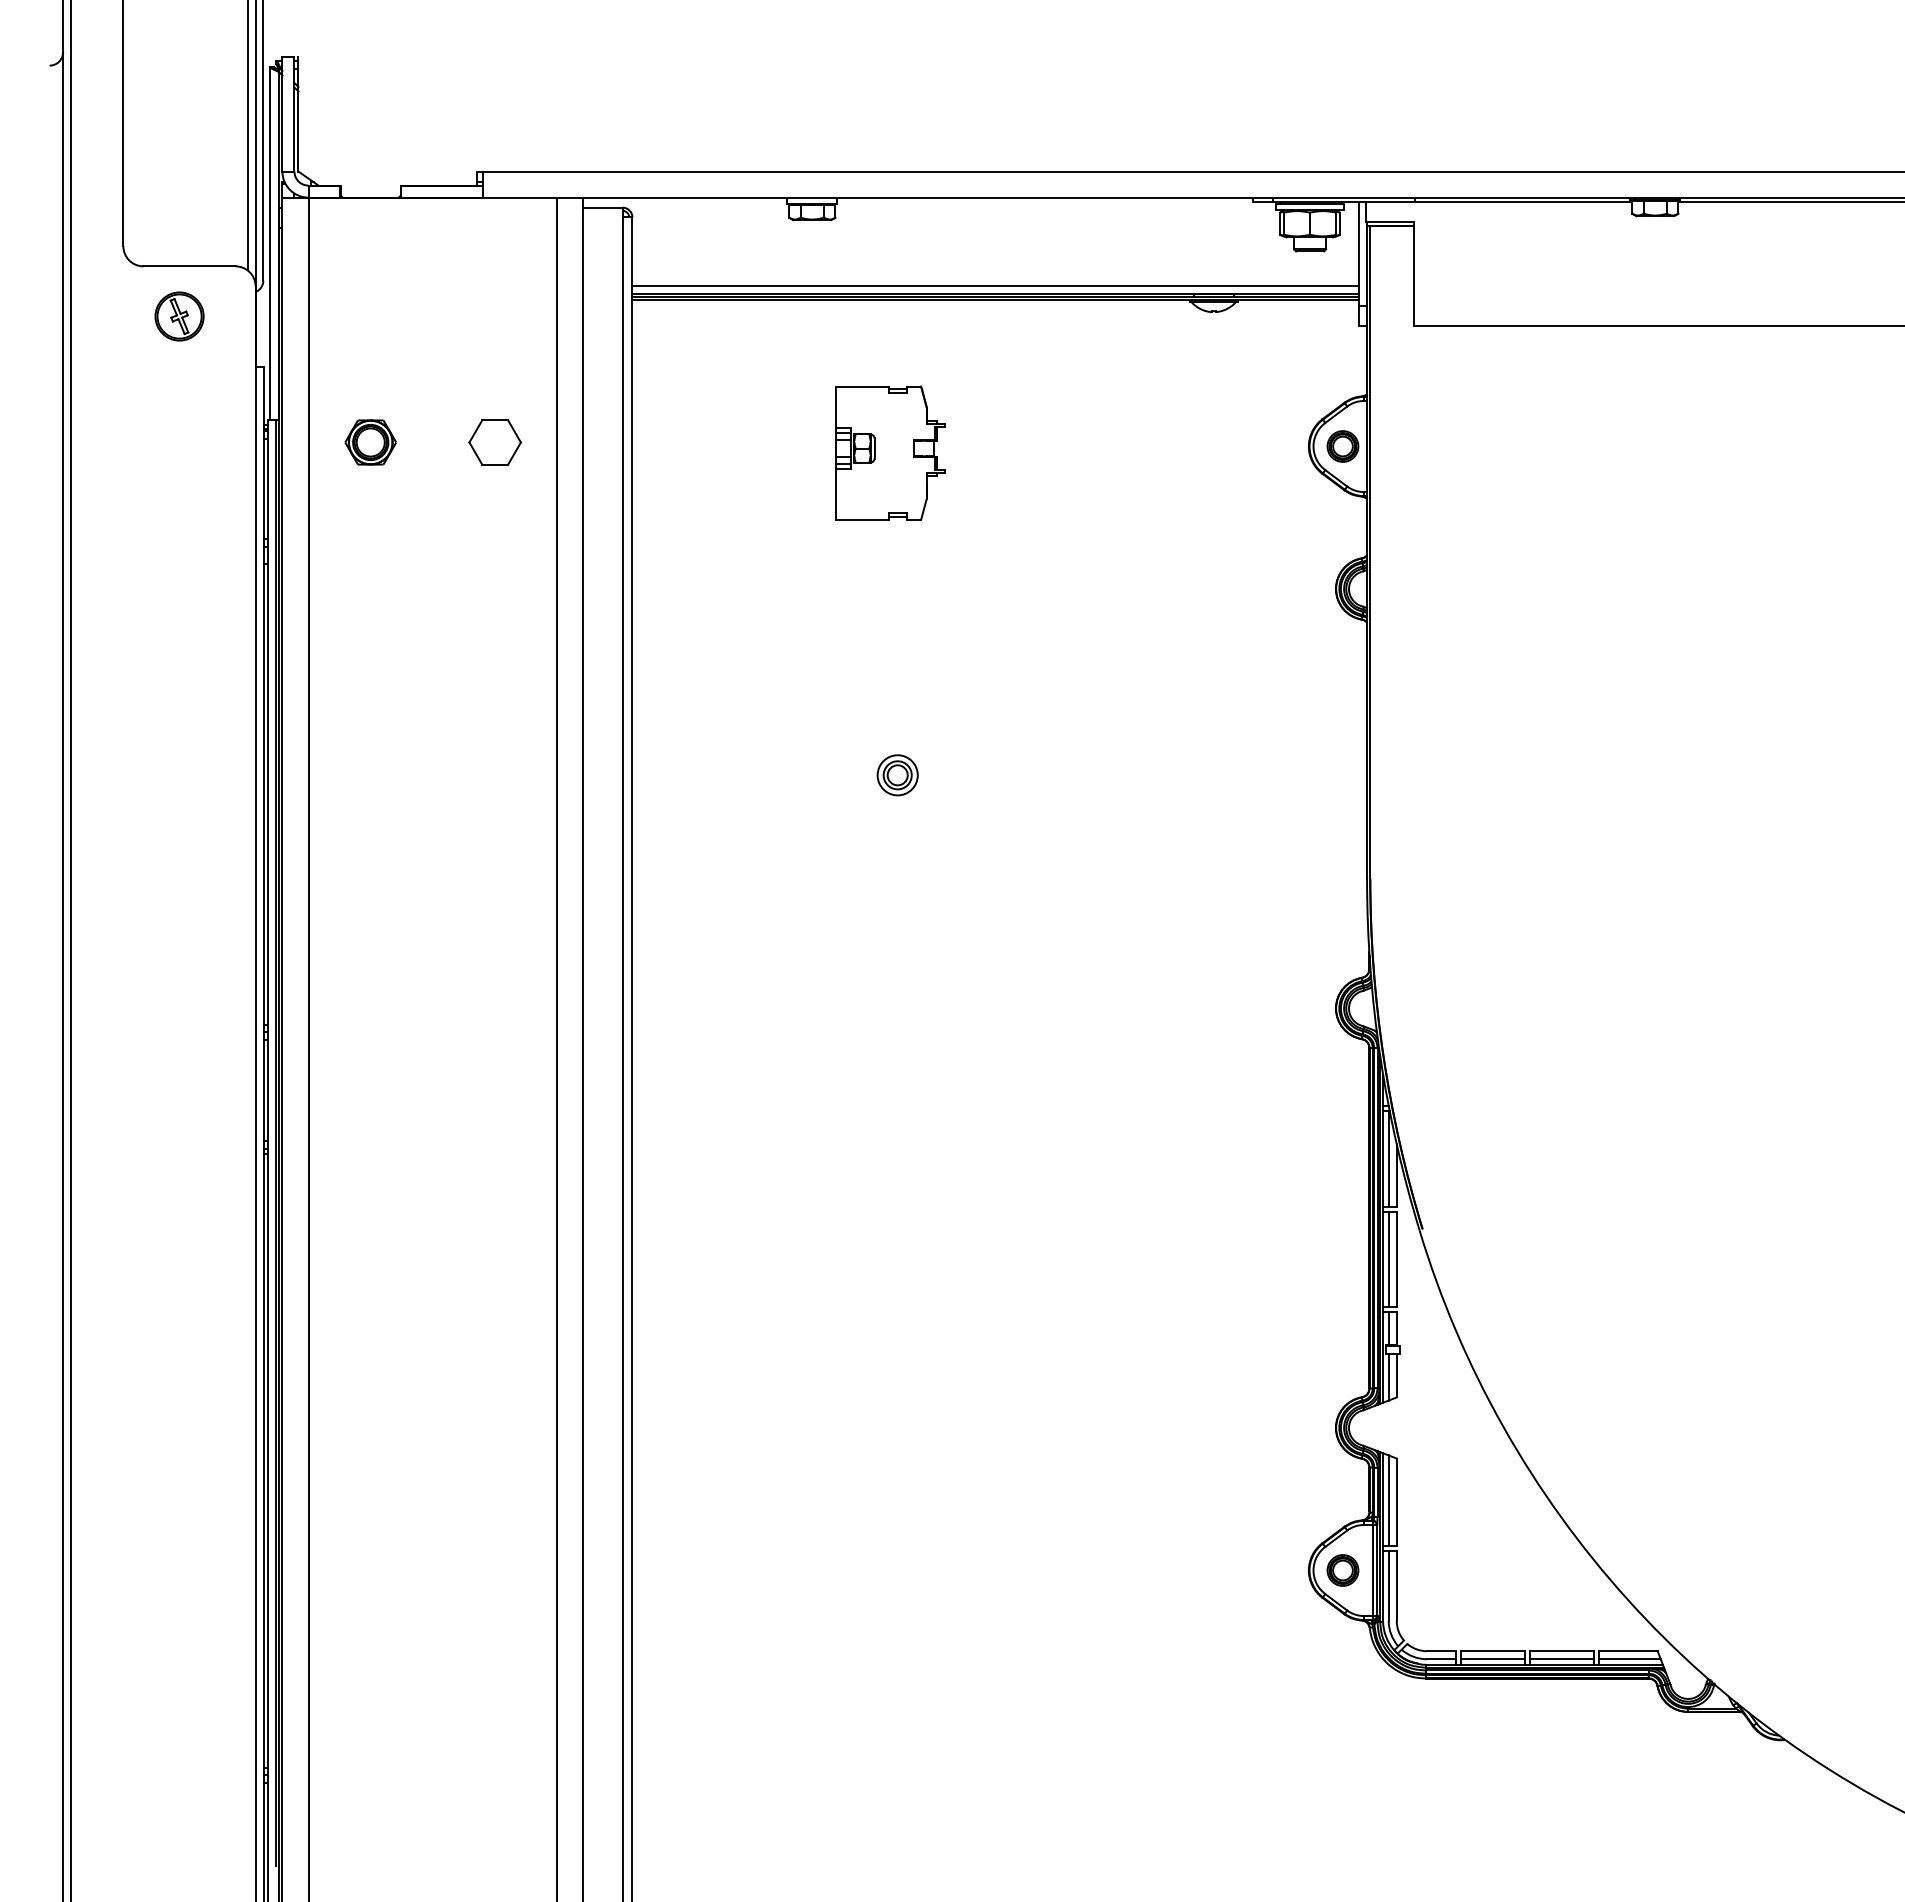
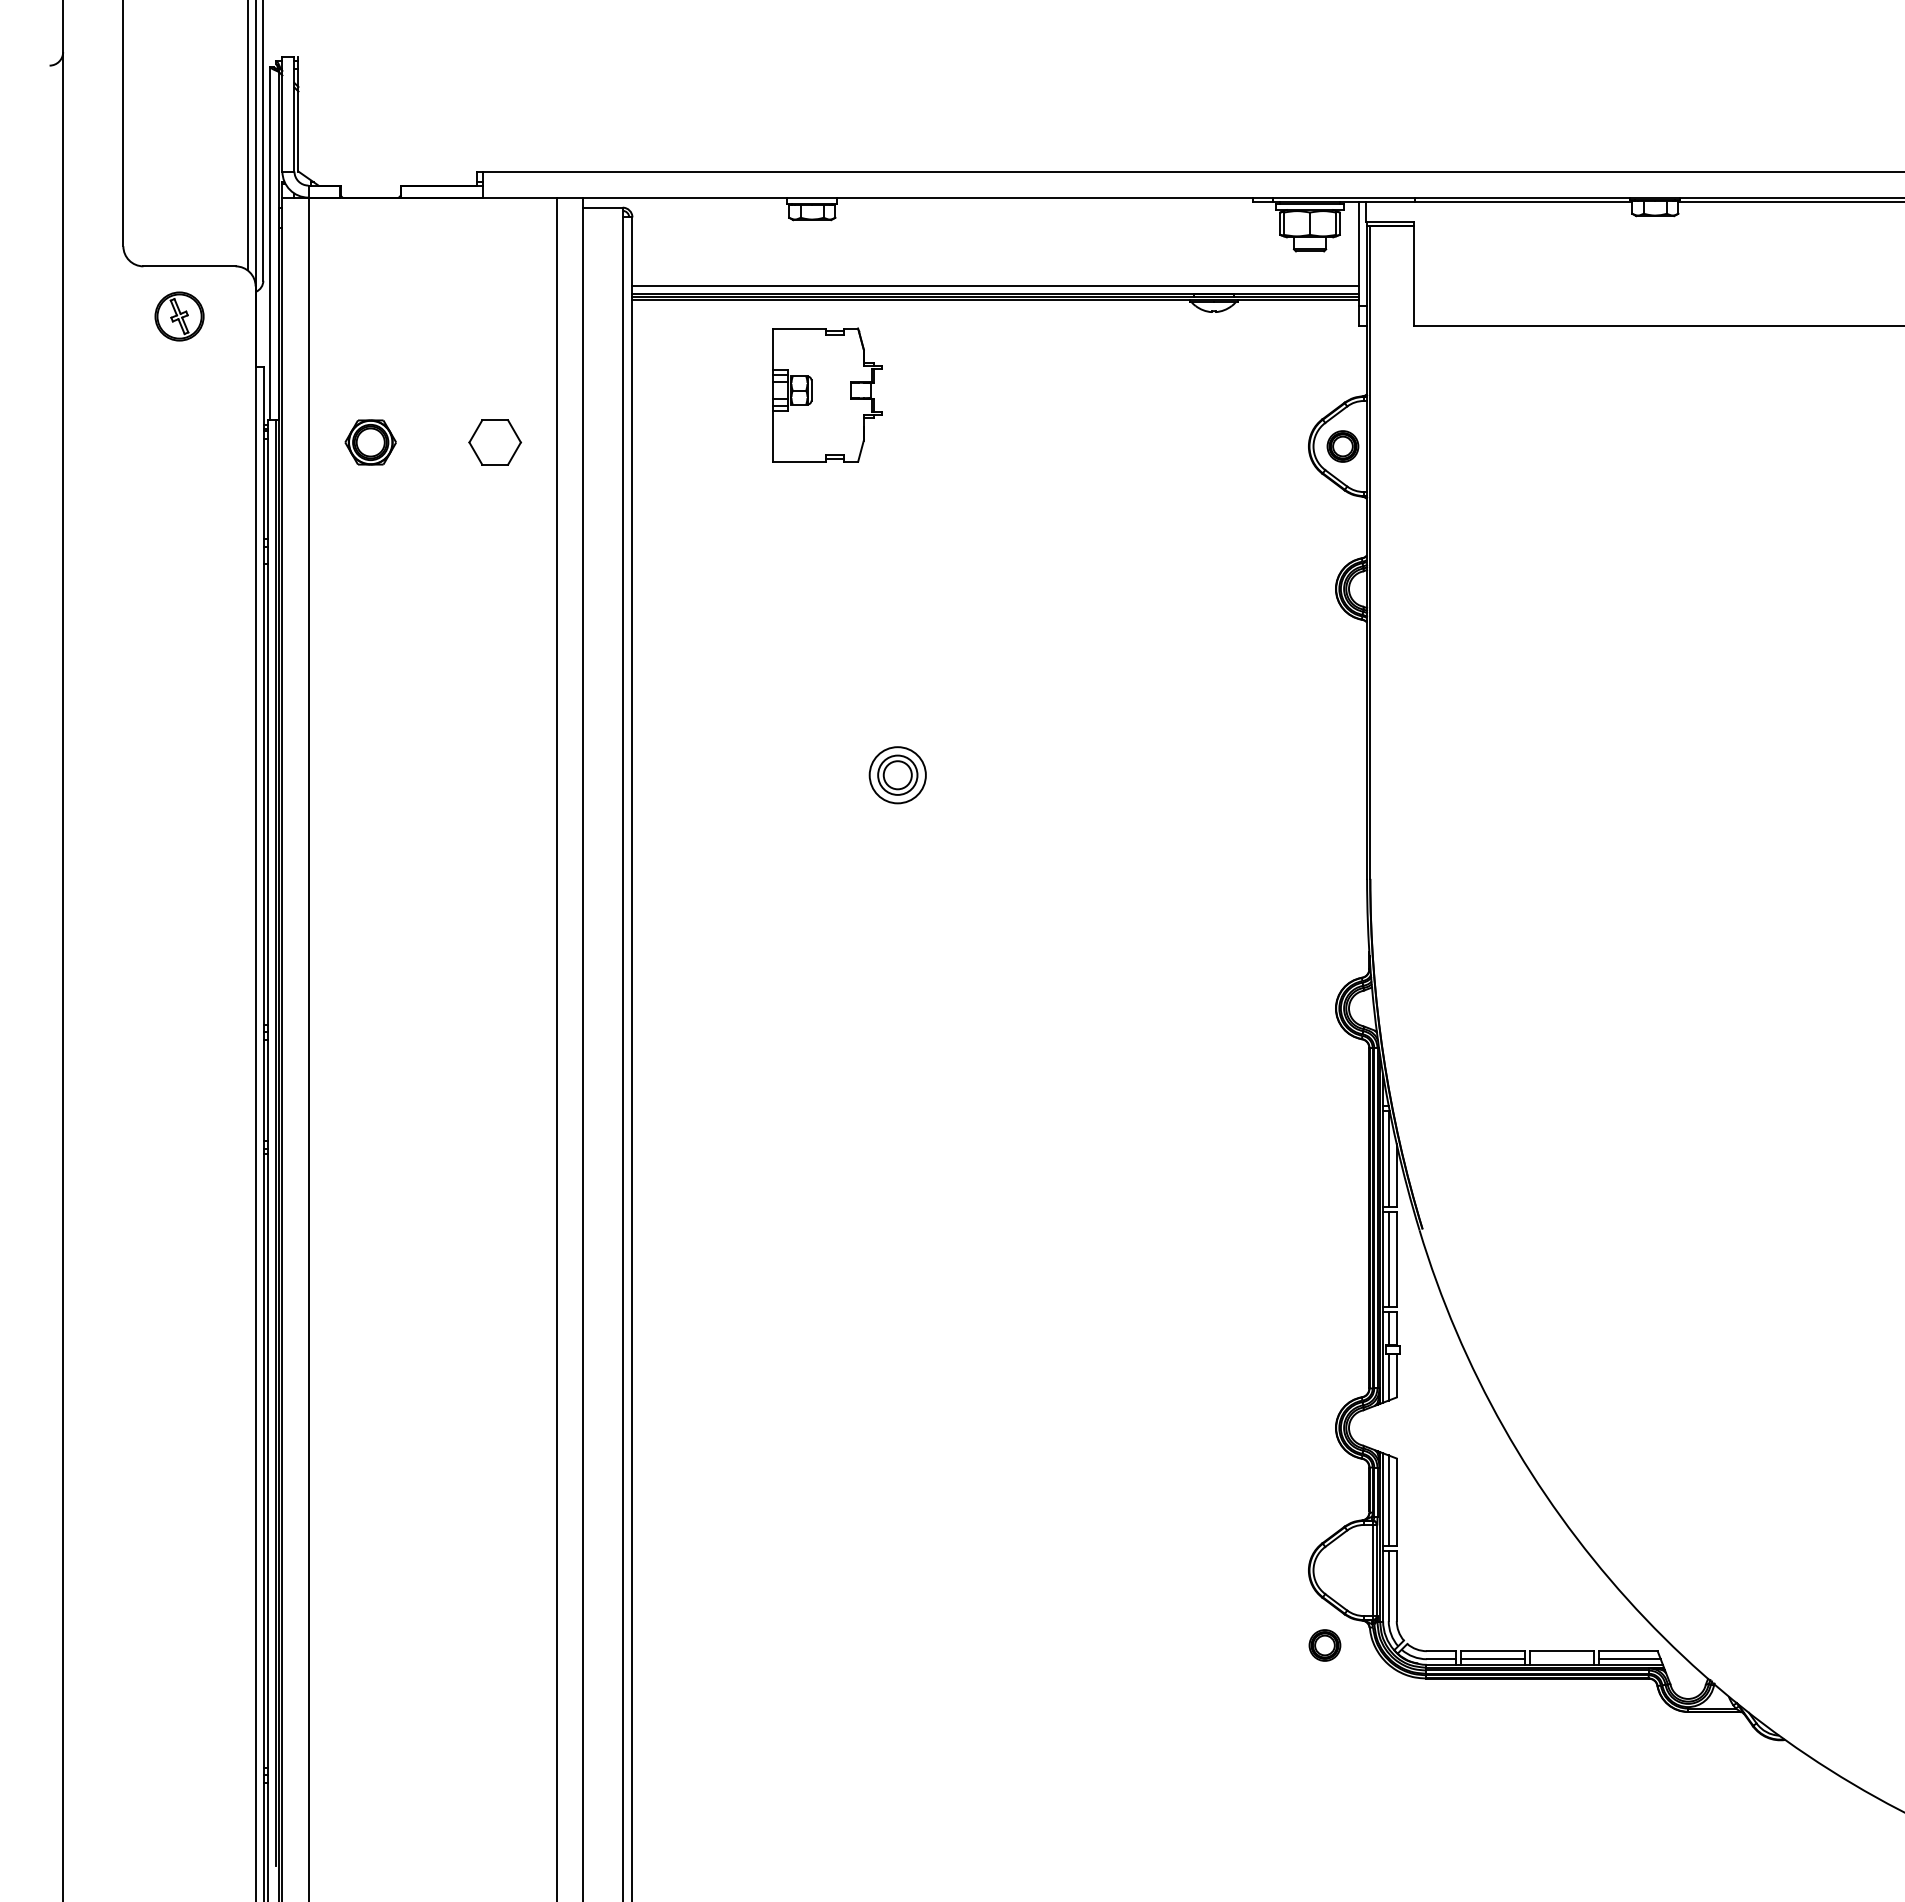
part at (890, 452) position: (890, 452) -> (827, 394)
part at (897, 775) size: 43x43 px -> 59x59 px
line at (71, 950): present -> none
part at (1342, 1570) position: (1342, 1570) -> (1324, 1645)
line at (1562, 1659): present -> none
